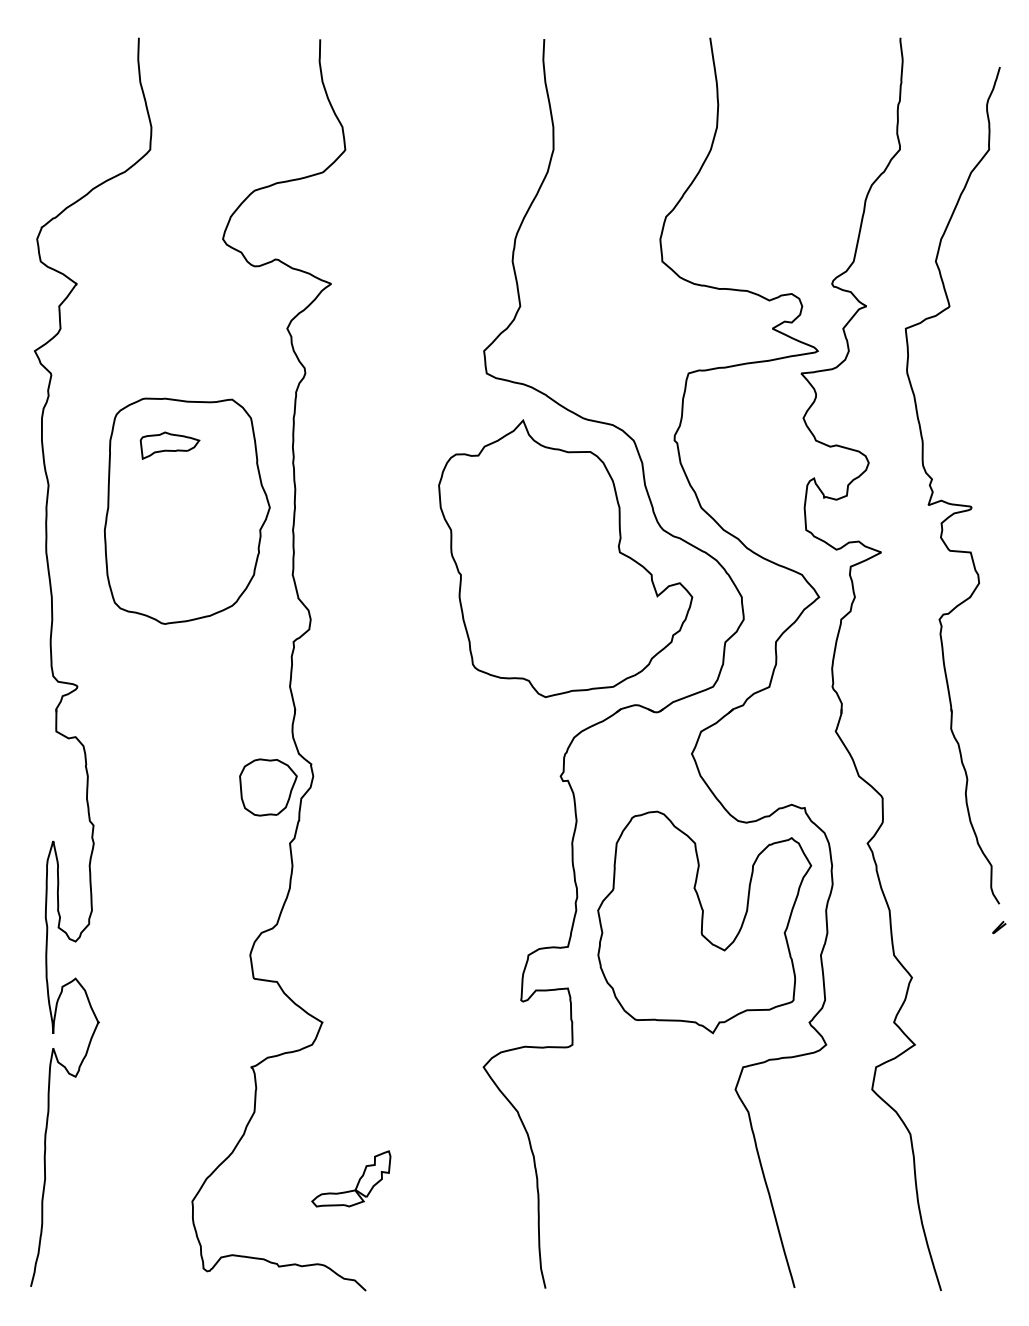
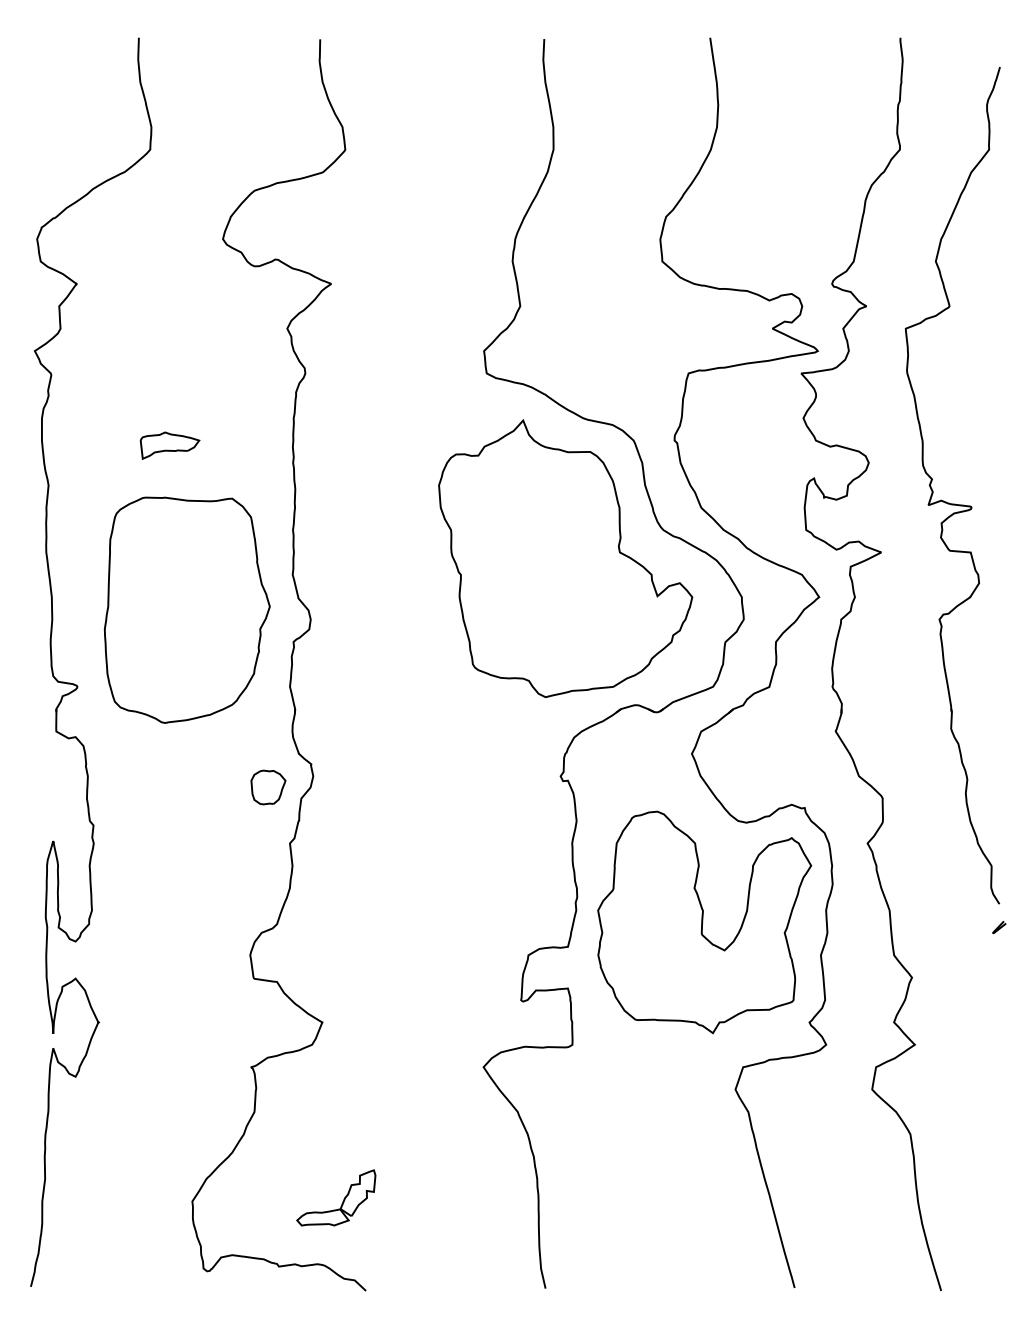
part at (186, 510) position: (186, 510) -> (186, 609)
part at (268, 787) size: 59x59 px -> 37x37 px
part at (357, 1182) position: (357, 1182) -> (342, 1201)
